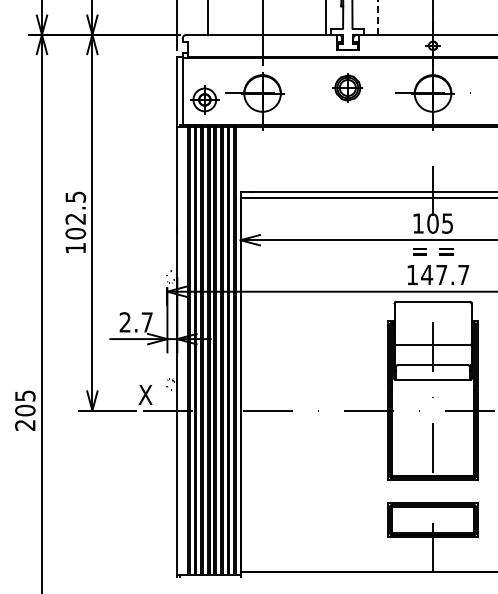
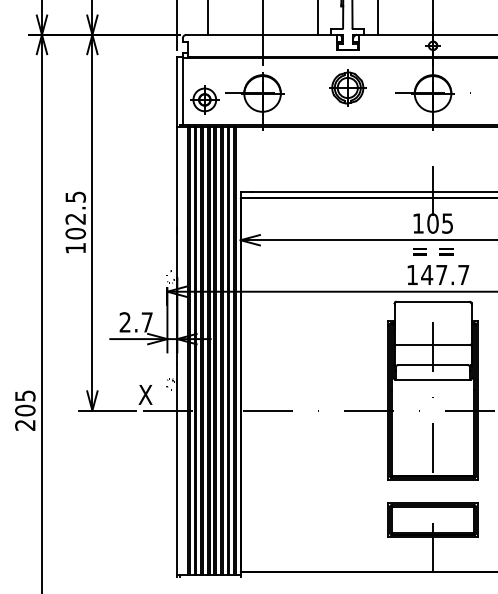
line at (378, 17): dashed -> solid
line at (325, 18) position: (325, 18) -> (317, 18)
part at (347, 87) size: 31x30 px -> 38x38 px
